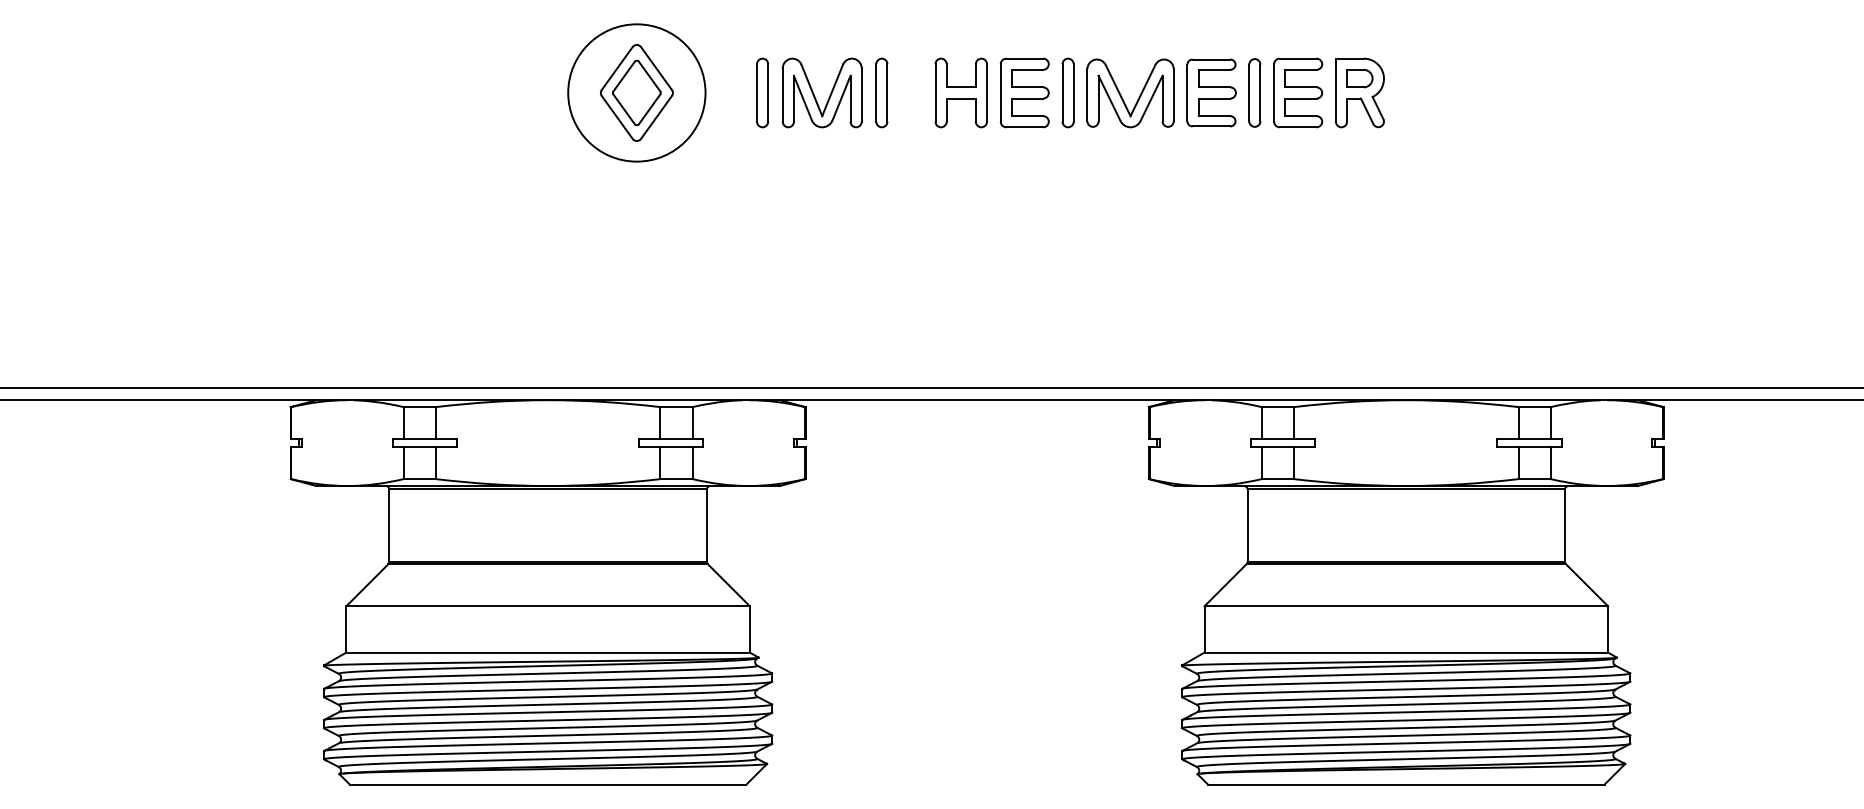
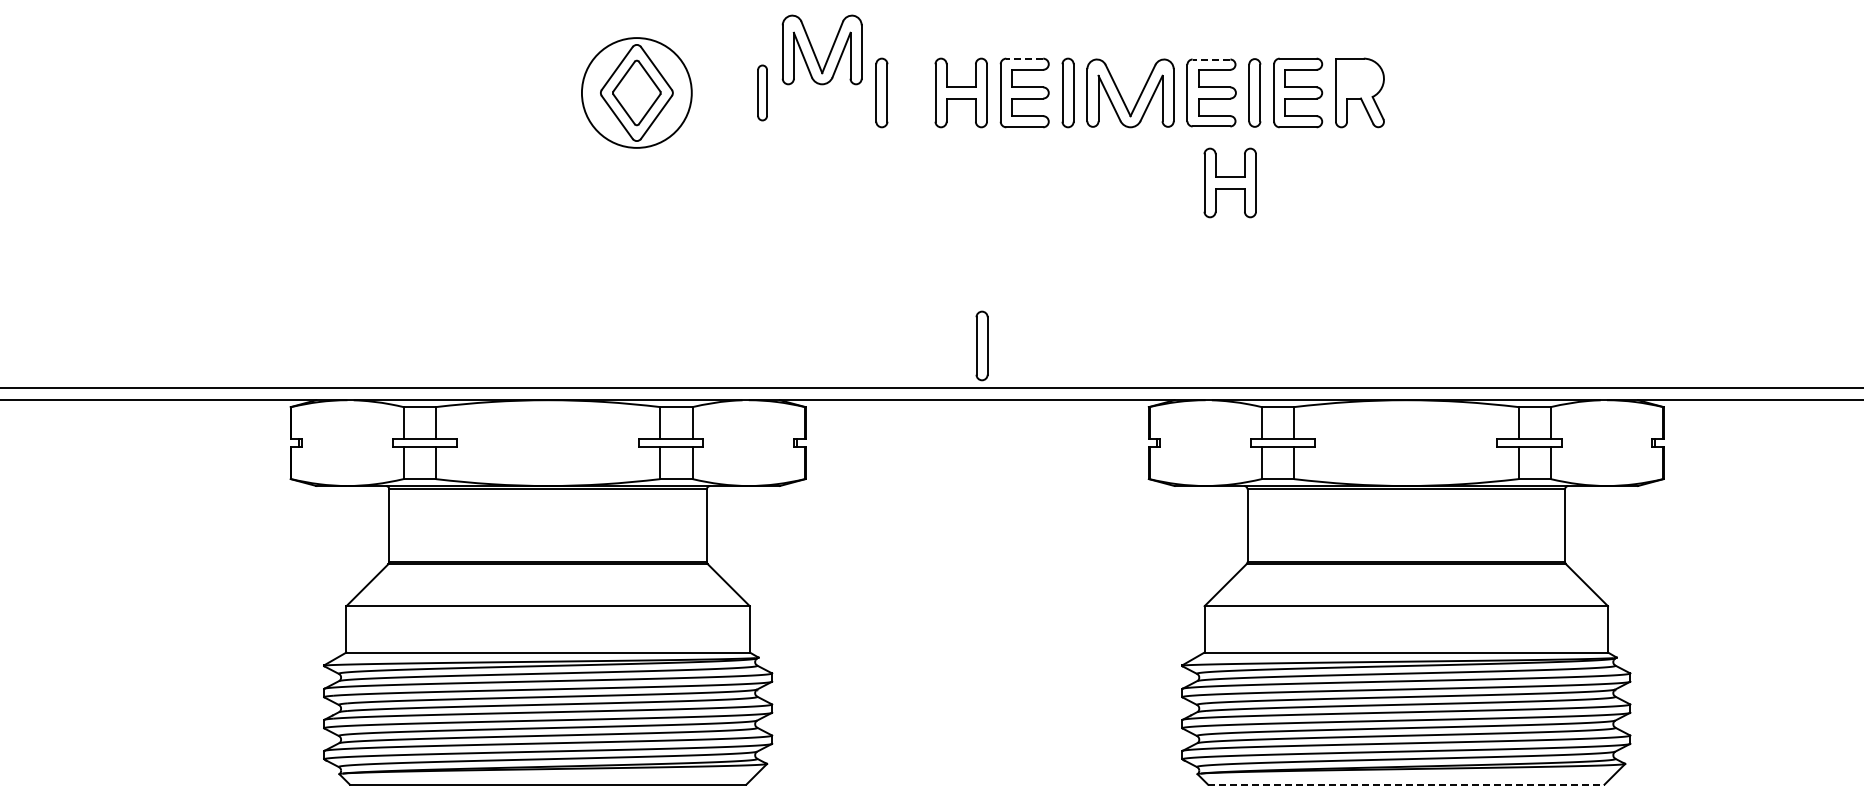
line at (1024, 58): solid -> dashed
line at (1211, 59): solid -> dashed
part at (1359, 78): present -> none
circle at (636, 92) diameter: 137 px -> 110 px
part at (762, 92) size: 13x72 px -> 11x58 px
part at (814, 93) position: (814, 93) -> (814, 50)
part at (1229, 182): none -> present
part at (981, 345): none -> present
line at (1406, 784): solid -> dashed
